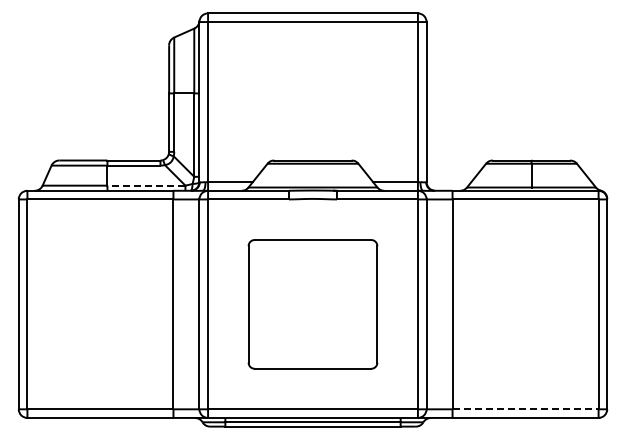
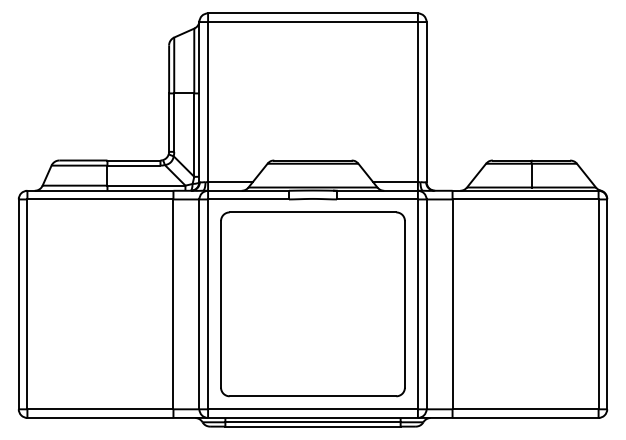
line at (146, 185): dashed -> solid
part at (312, 304) size: 132x131 px -> 186x187 px
line at (526, 409): dashed -> solid
